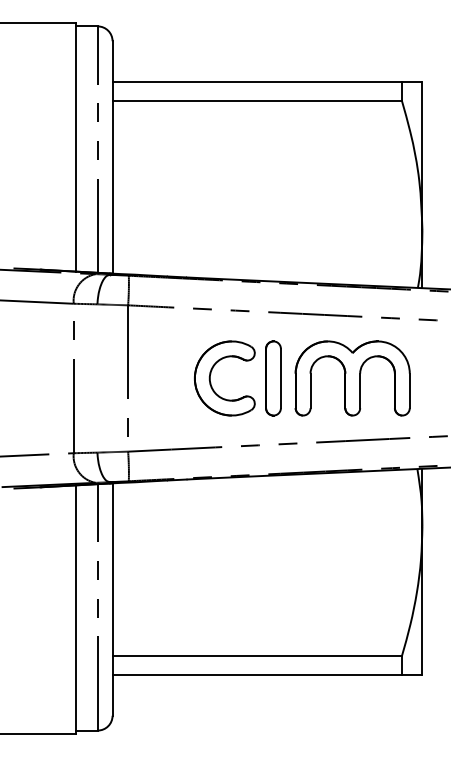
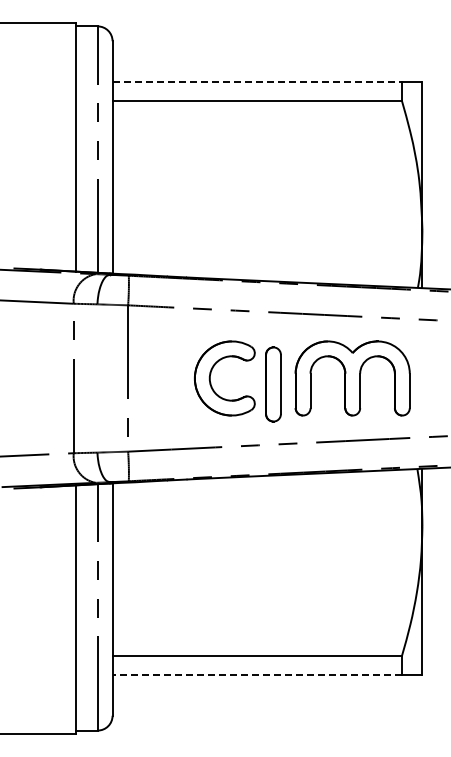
line at (257, 82): solid -> dashed
part at (273, 378) position: (273, 378) -> (273, 384)
line at (257, 674): solid -> dashed
